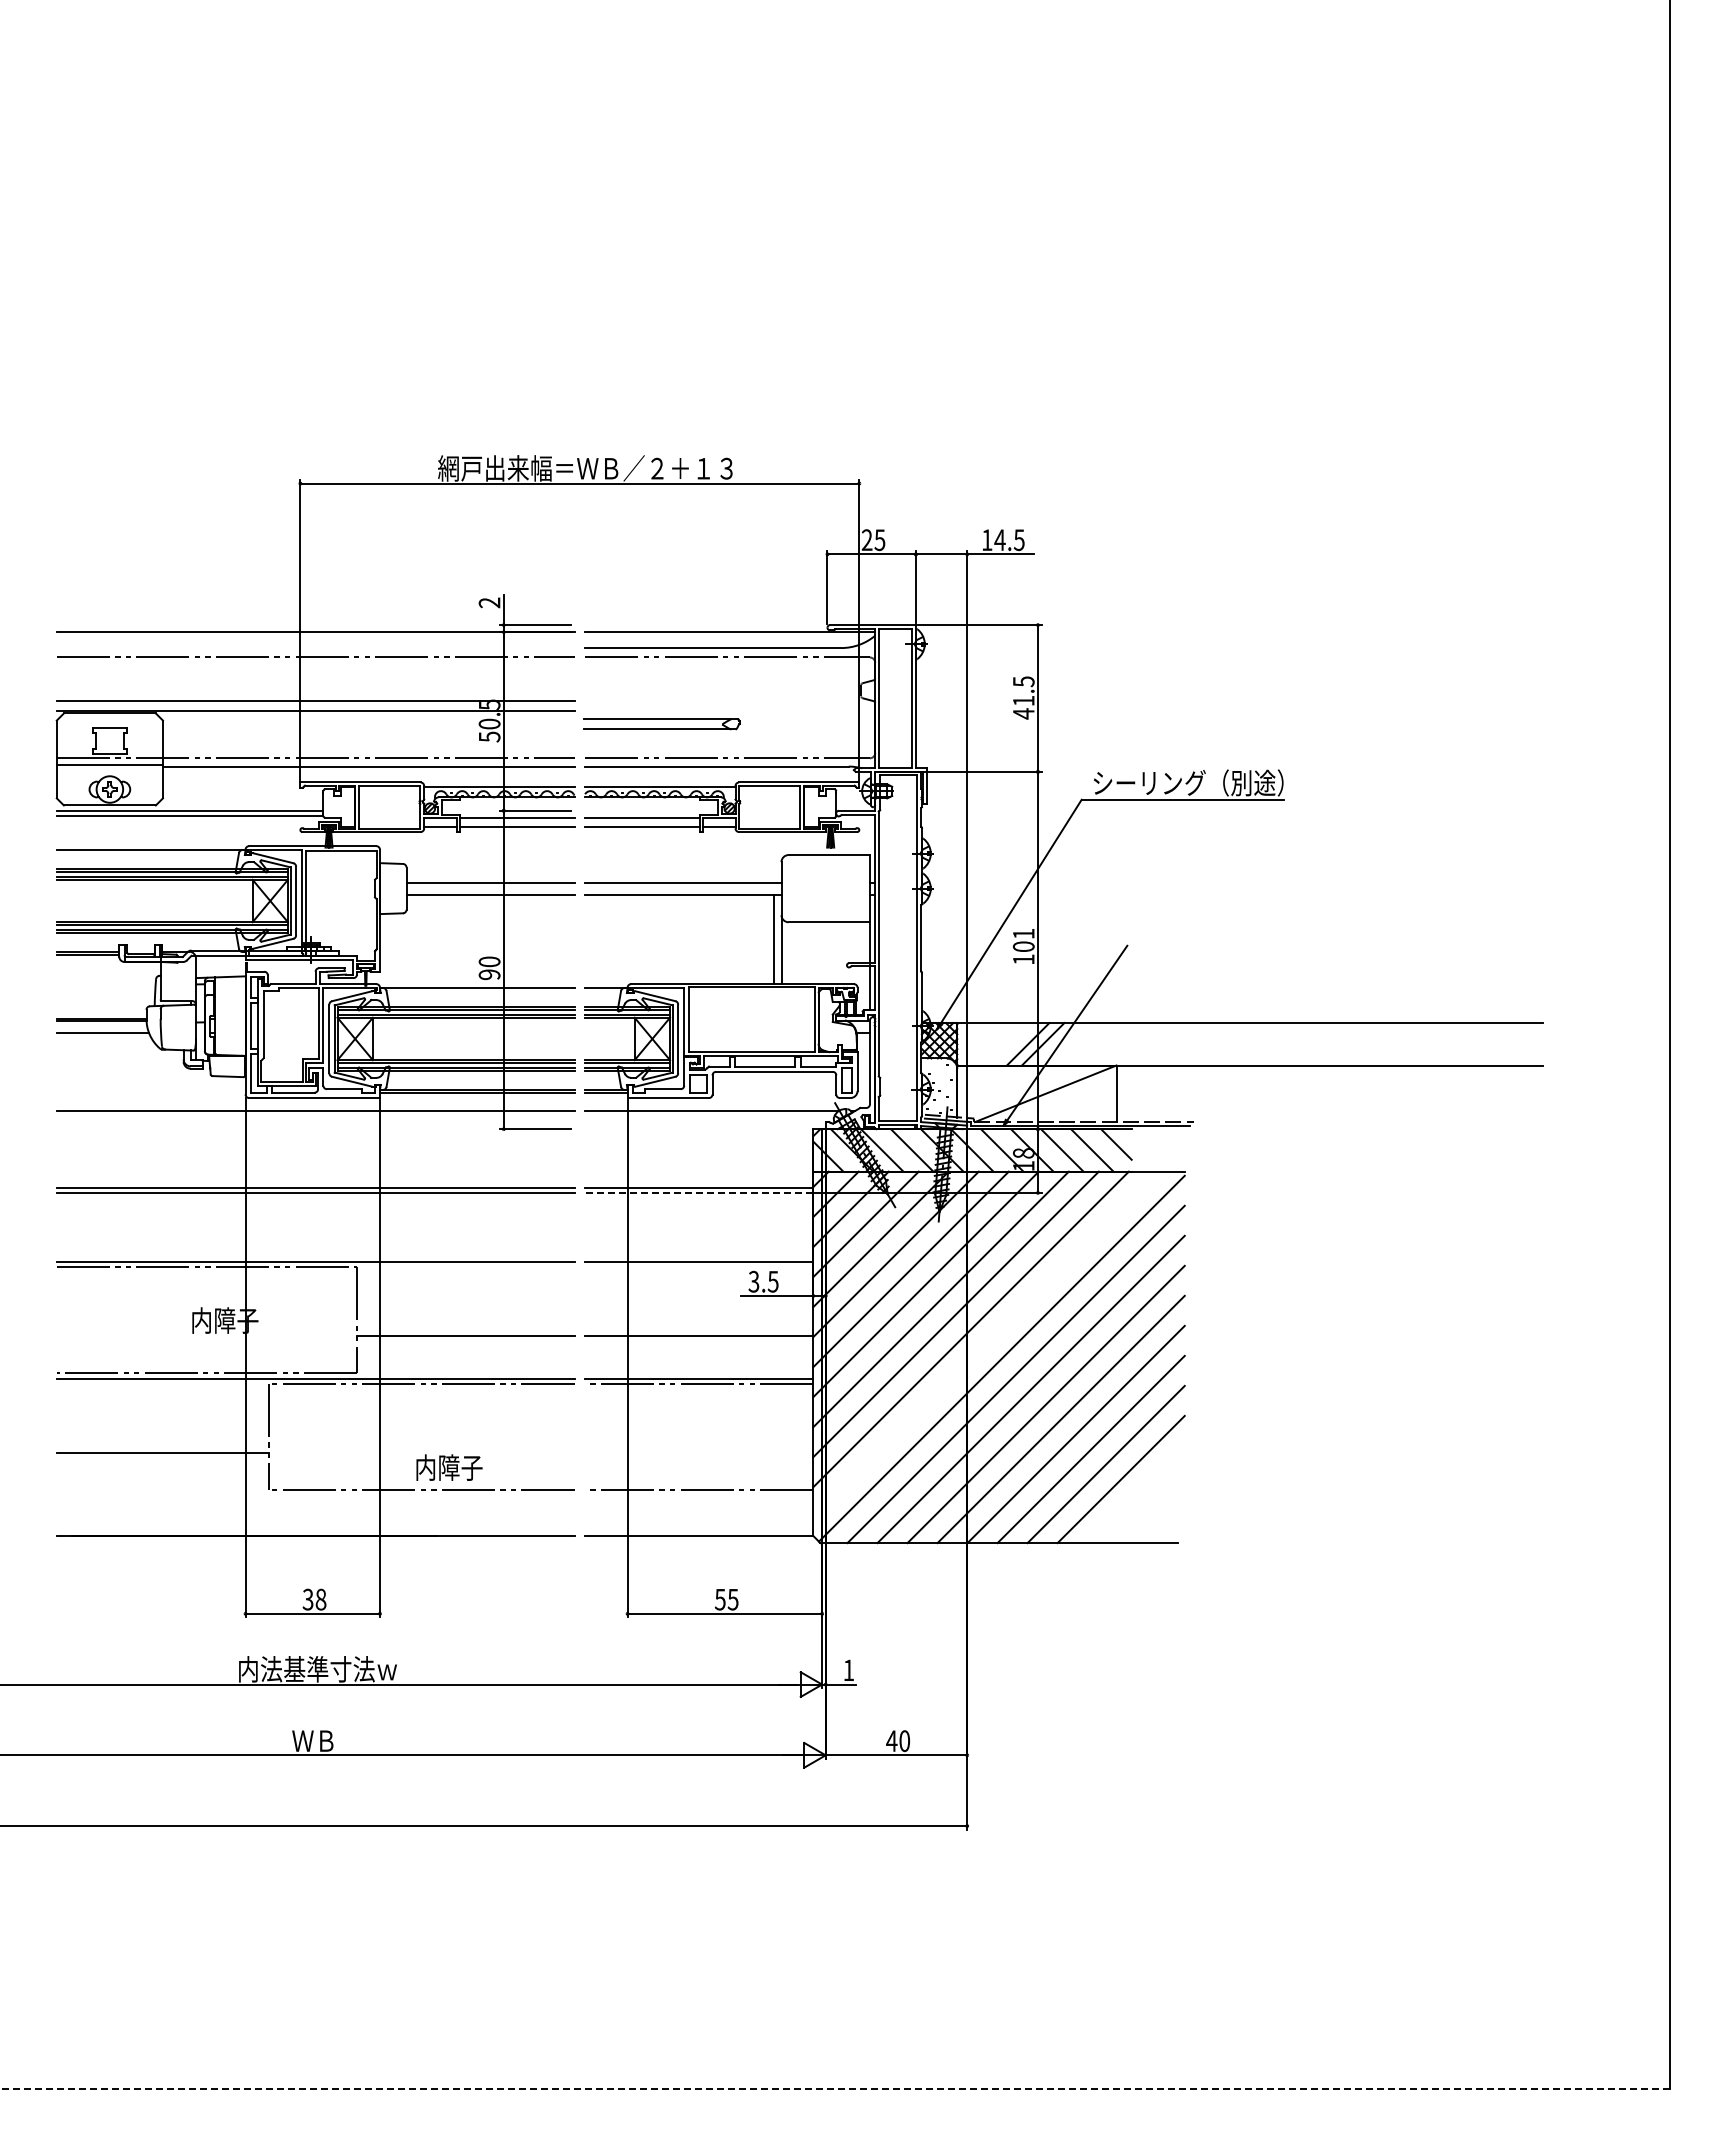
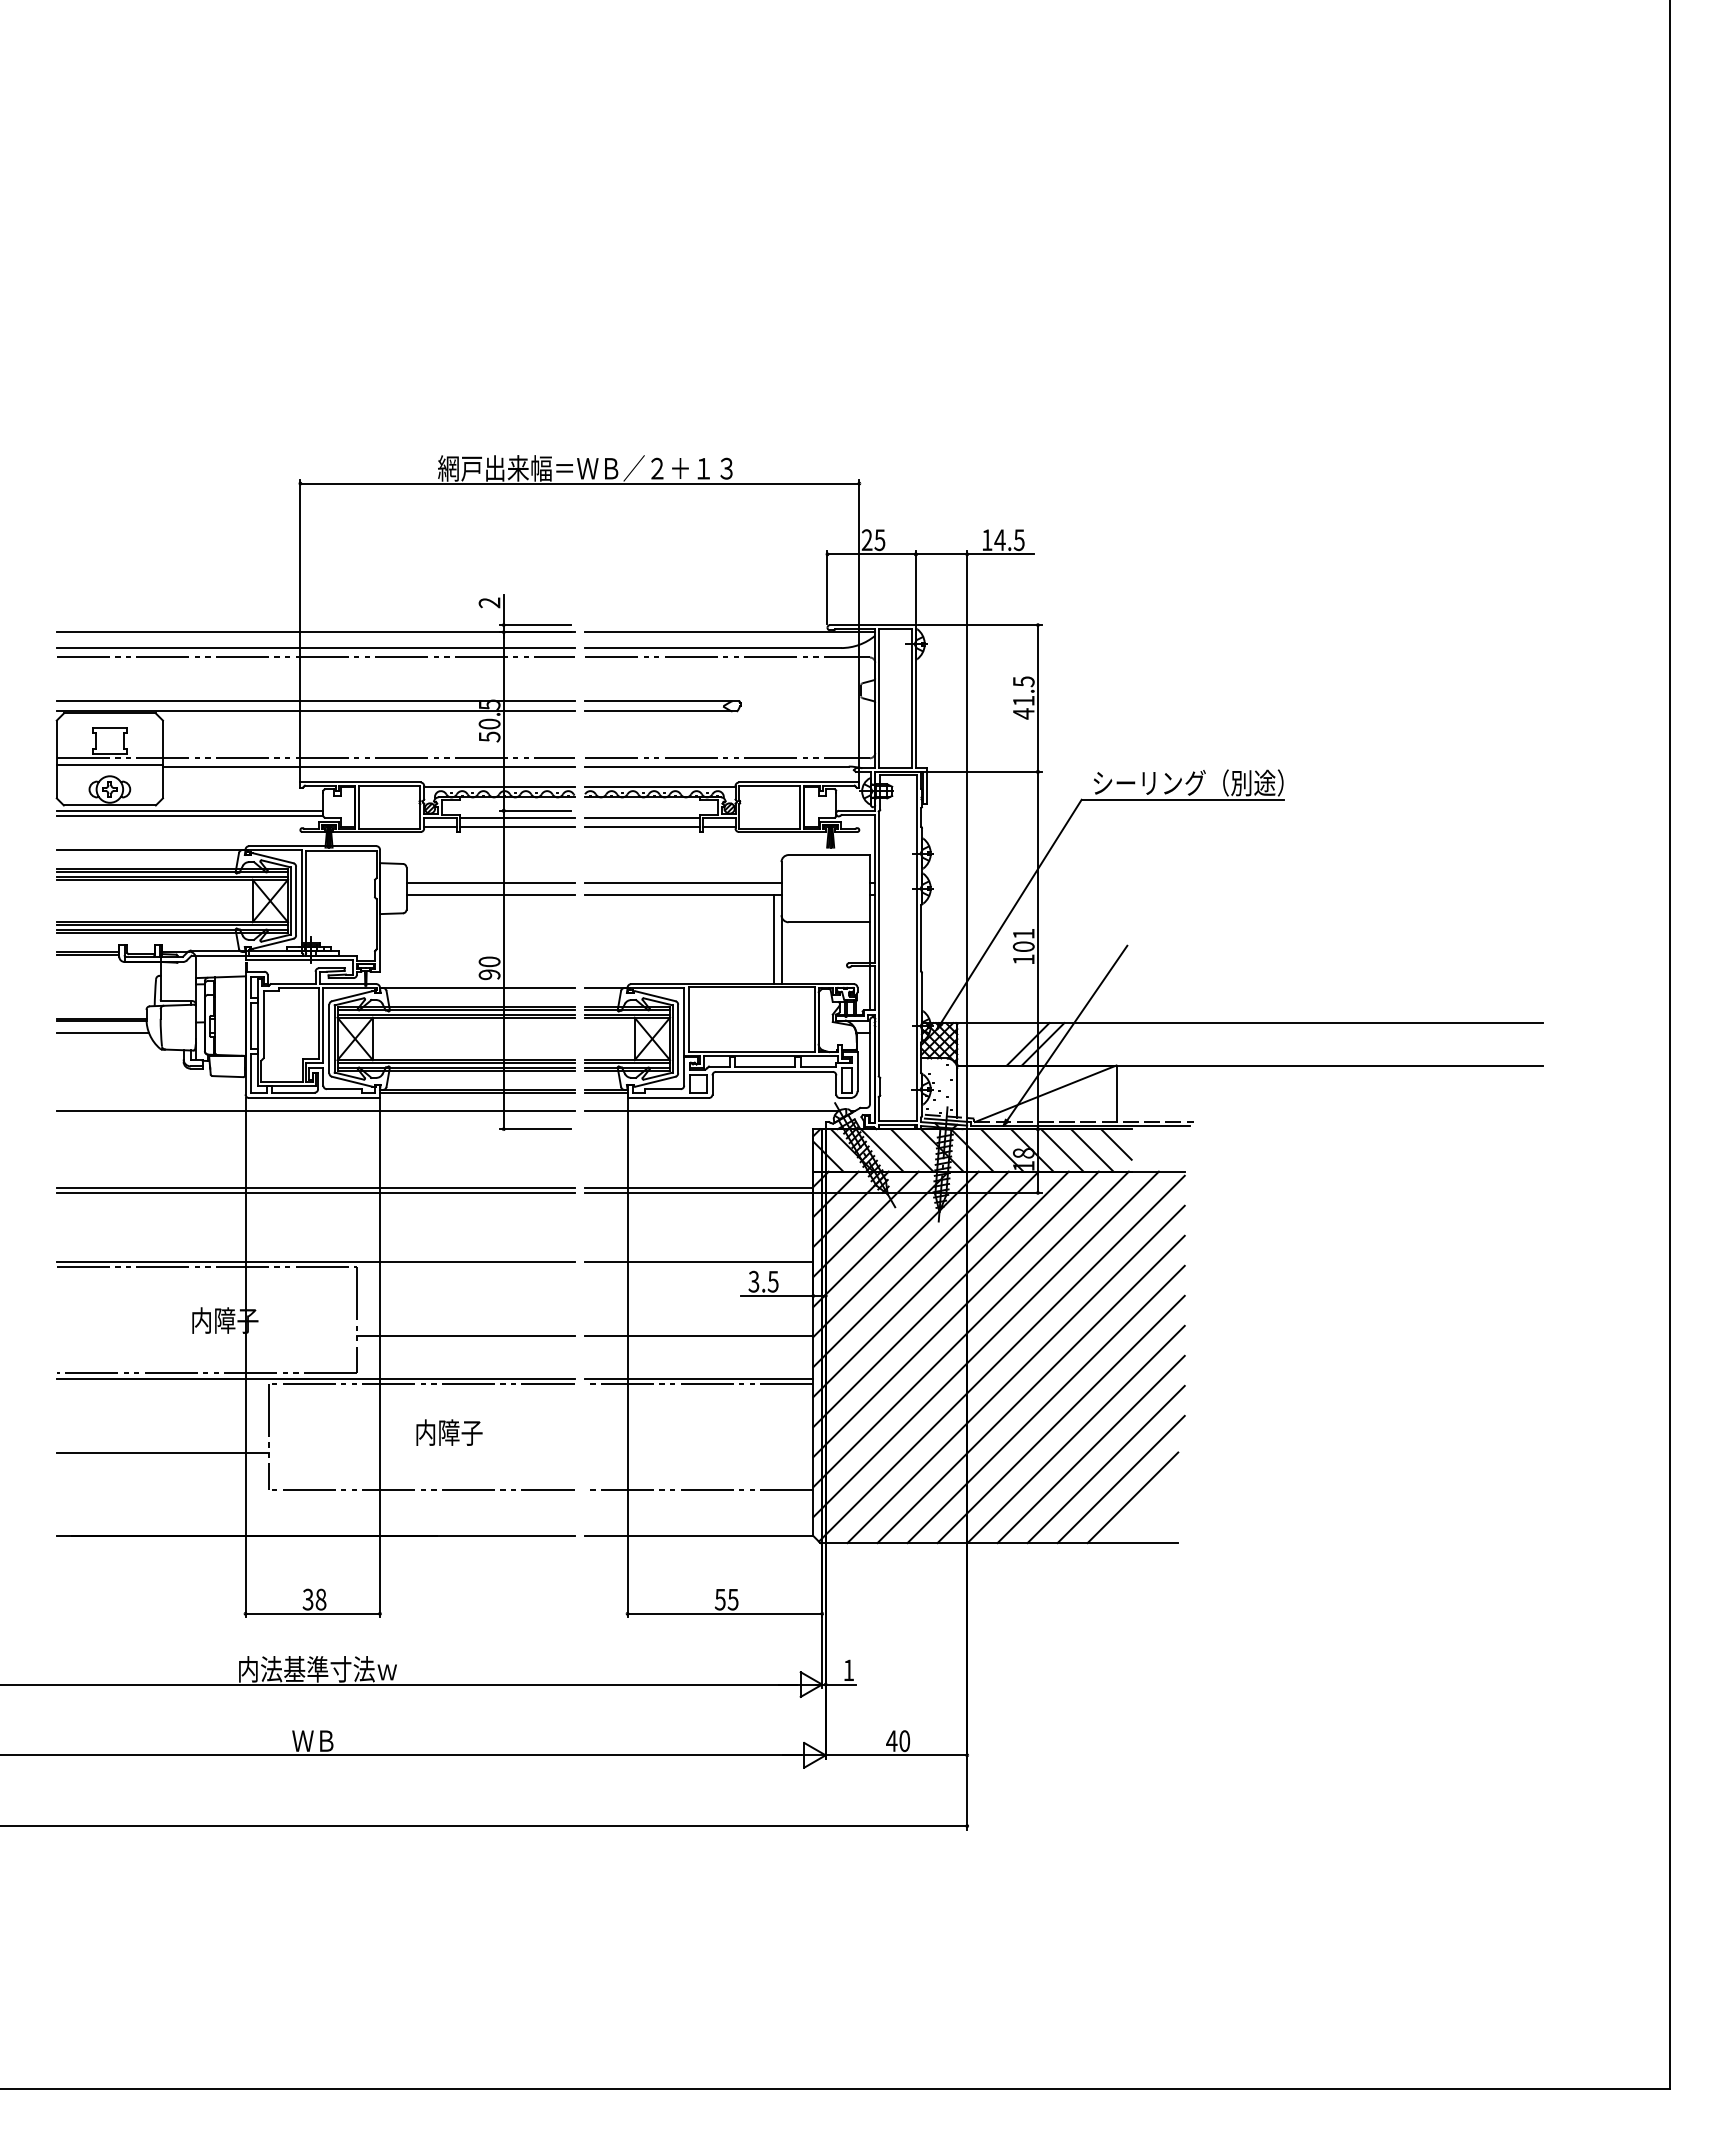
line at (315, 648): none -> present
part at (661, 724) position: (661, 724) -> (662, 706)
line at (698, 1192): dashed -> solid
line at (985, 1344): none -> present
text at (449, 1467) position: (449, 1467) -> (449, 1432)
line at (1132, 1497): none -> present
line at (835, 2089): dashed -> solid
